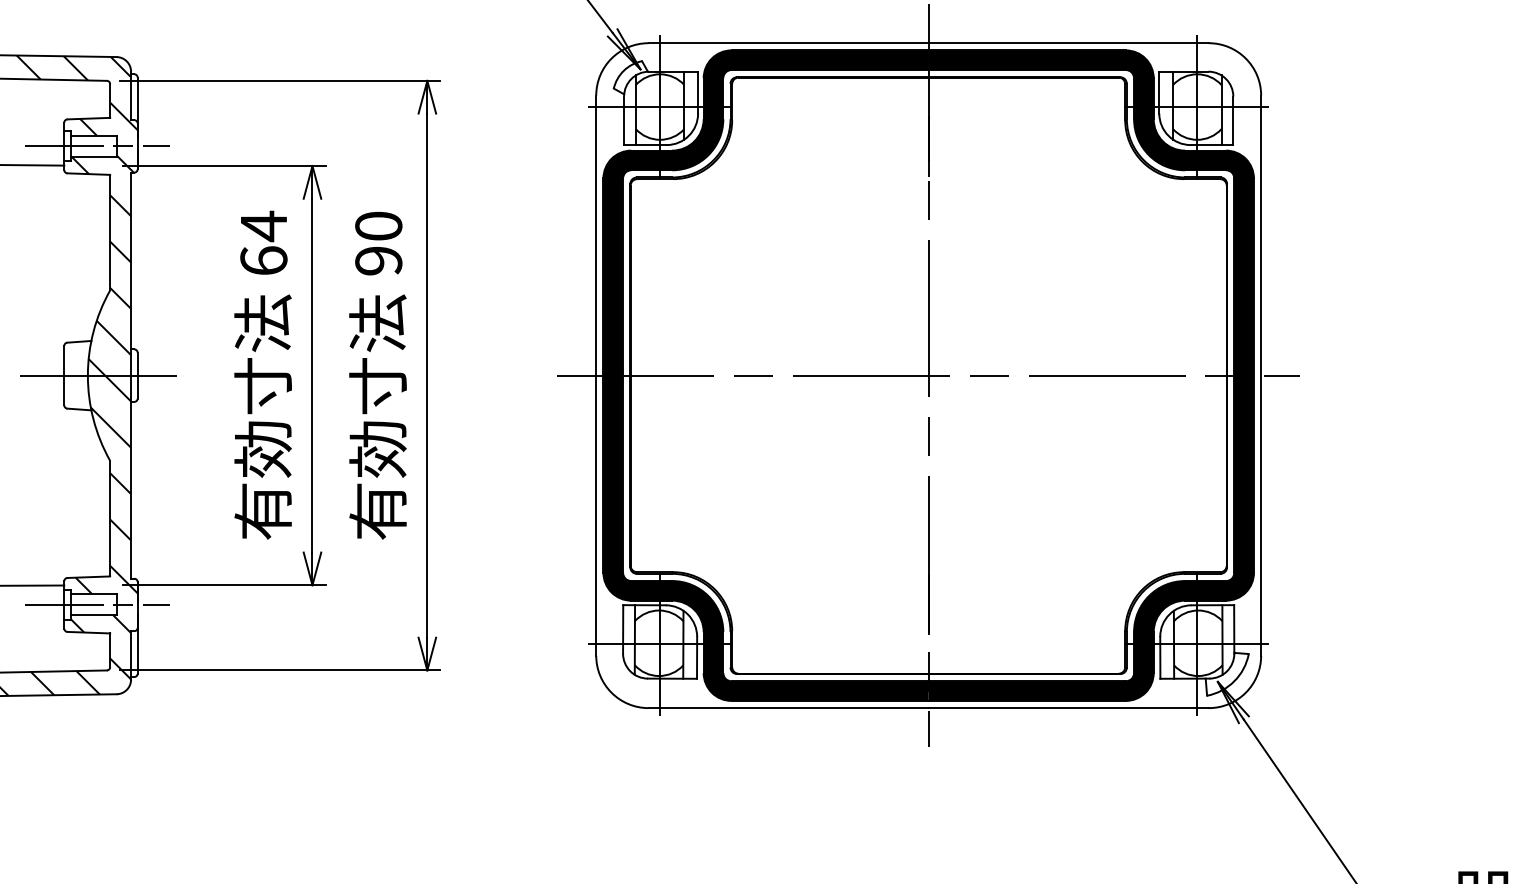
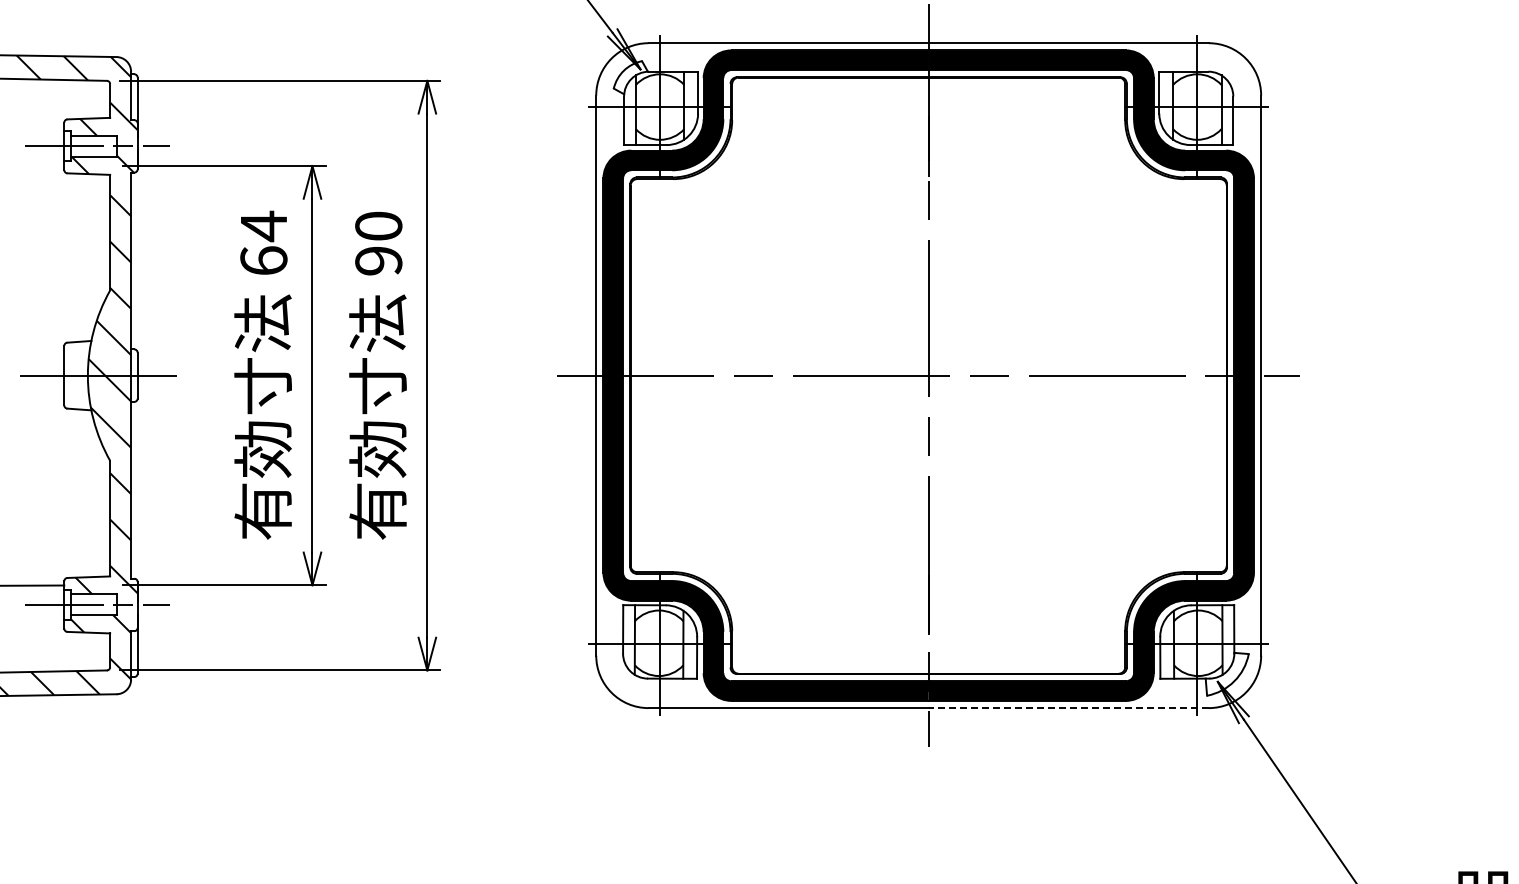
line at (33, 165): present -> none
line at (1068, 708): solid -> dashed
